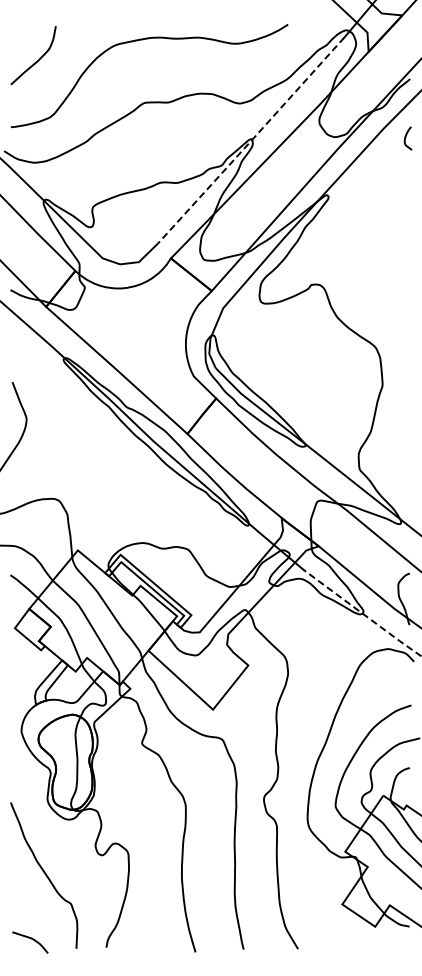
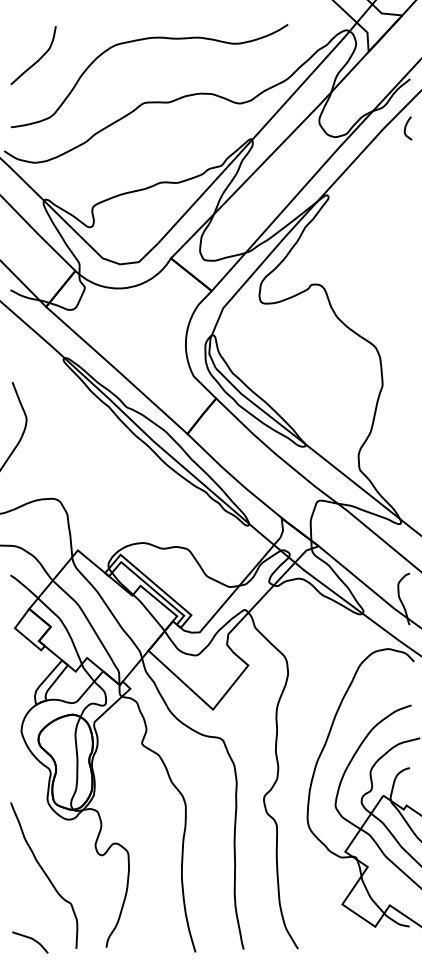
curve at (406, 137) position: (406, 137) -> (406, 127)
line at (251, 140): dashed -> solid
line at (363, 613): dashed -> solid
